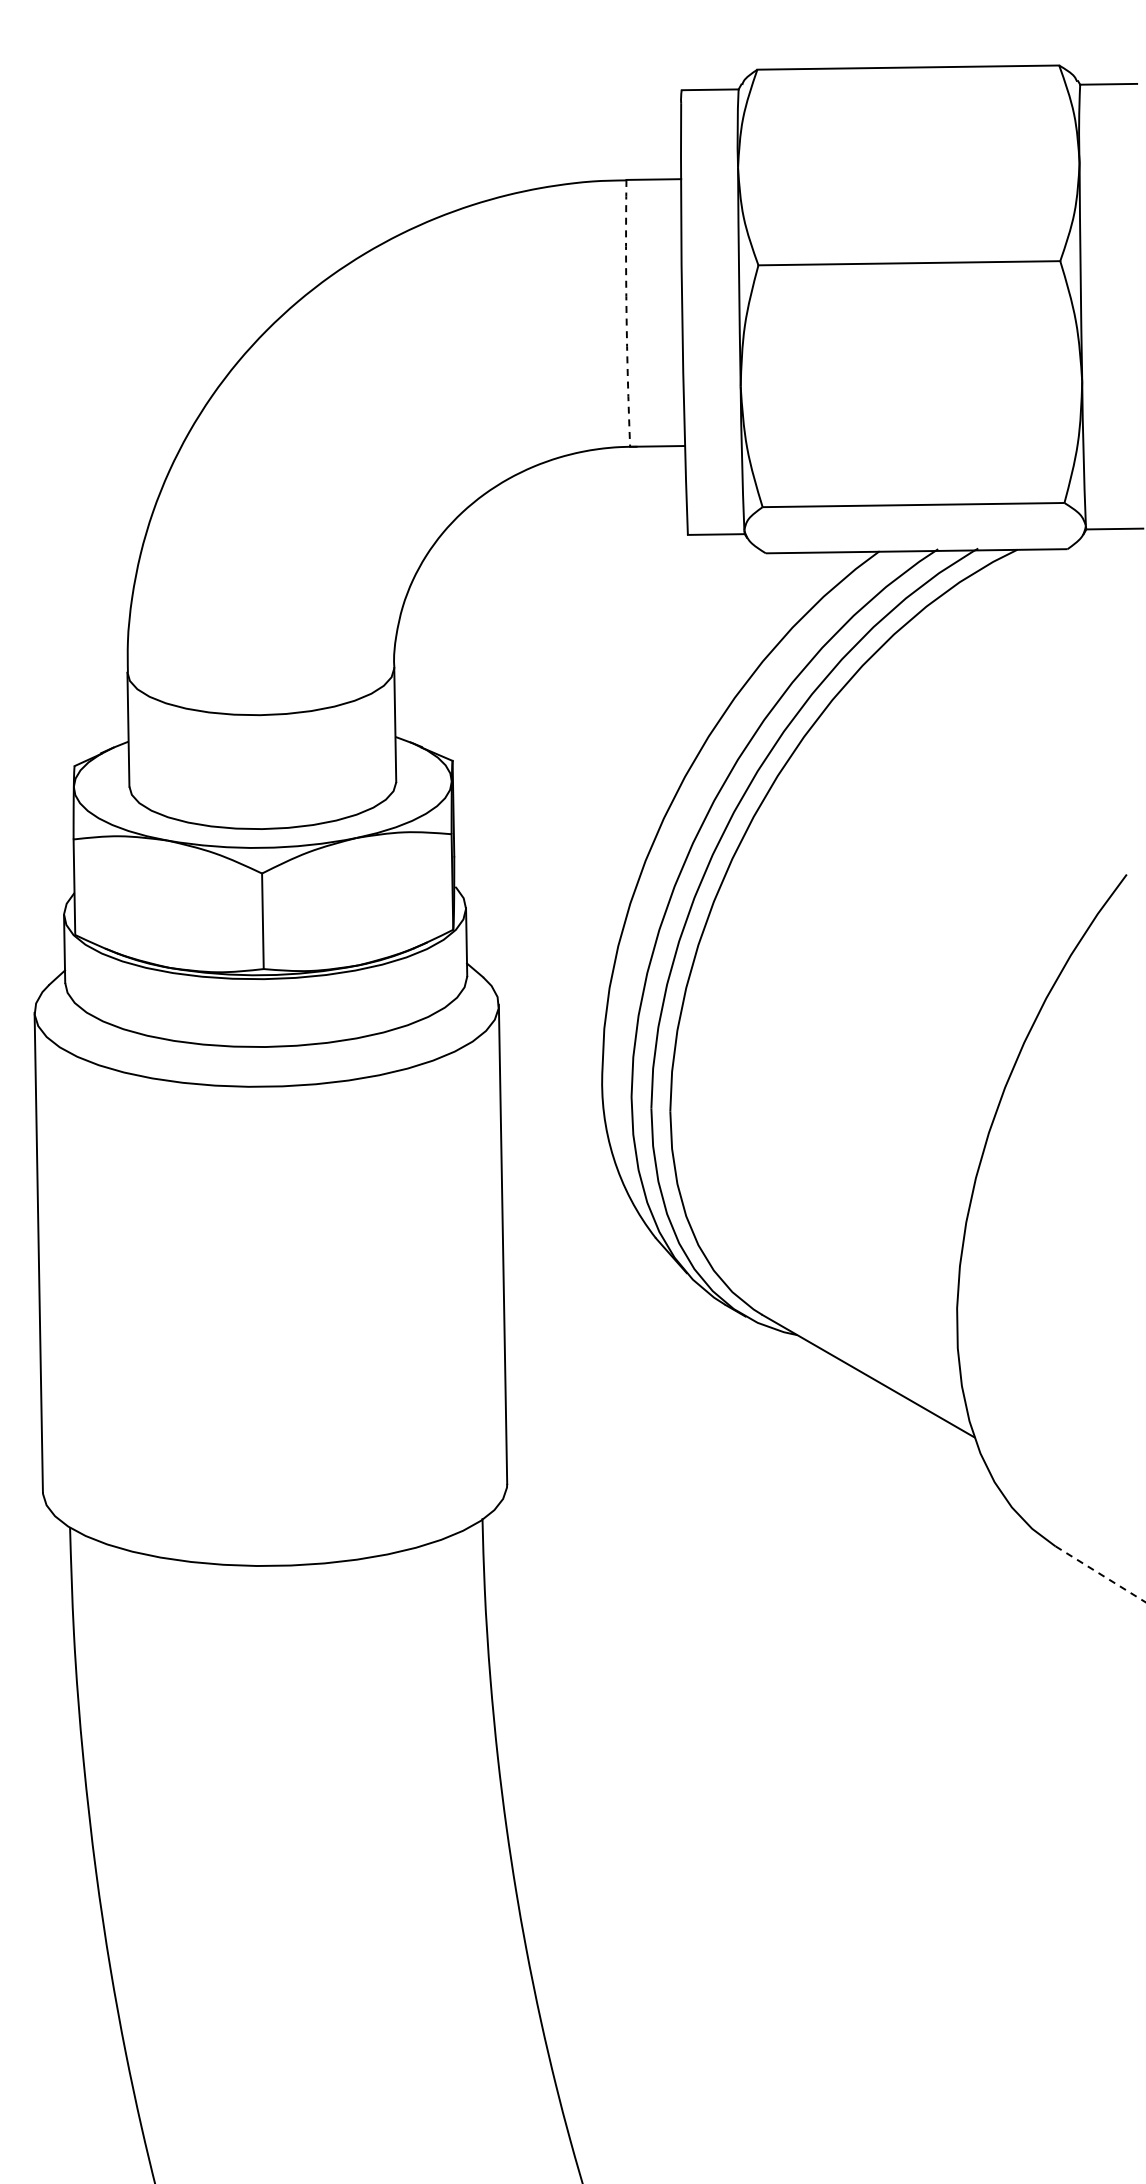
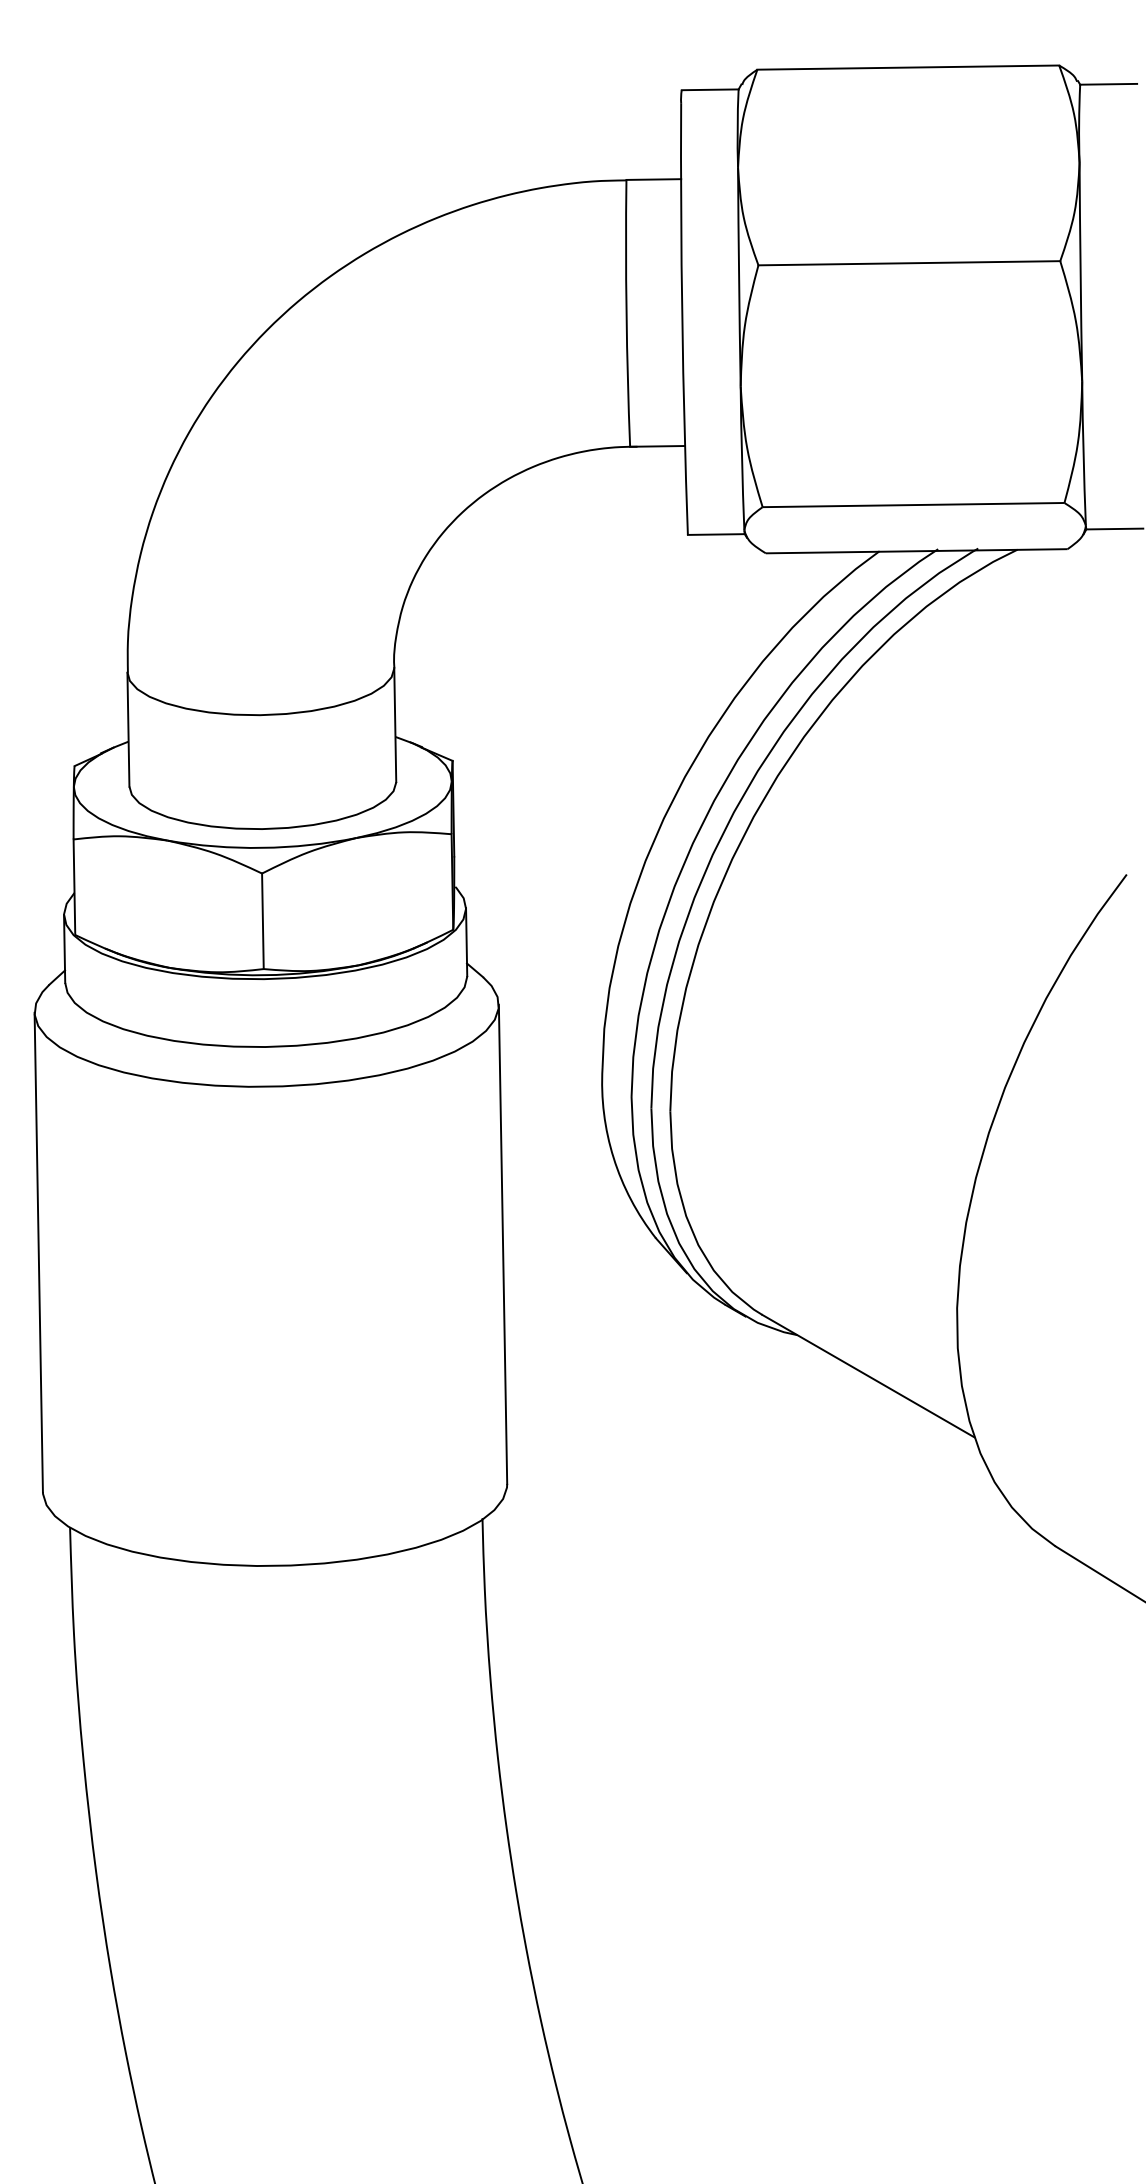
arc at (626, 313): dashed -> solid
line at (1100, 1574): dashed -> solid
